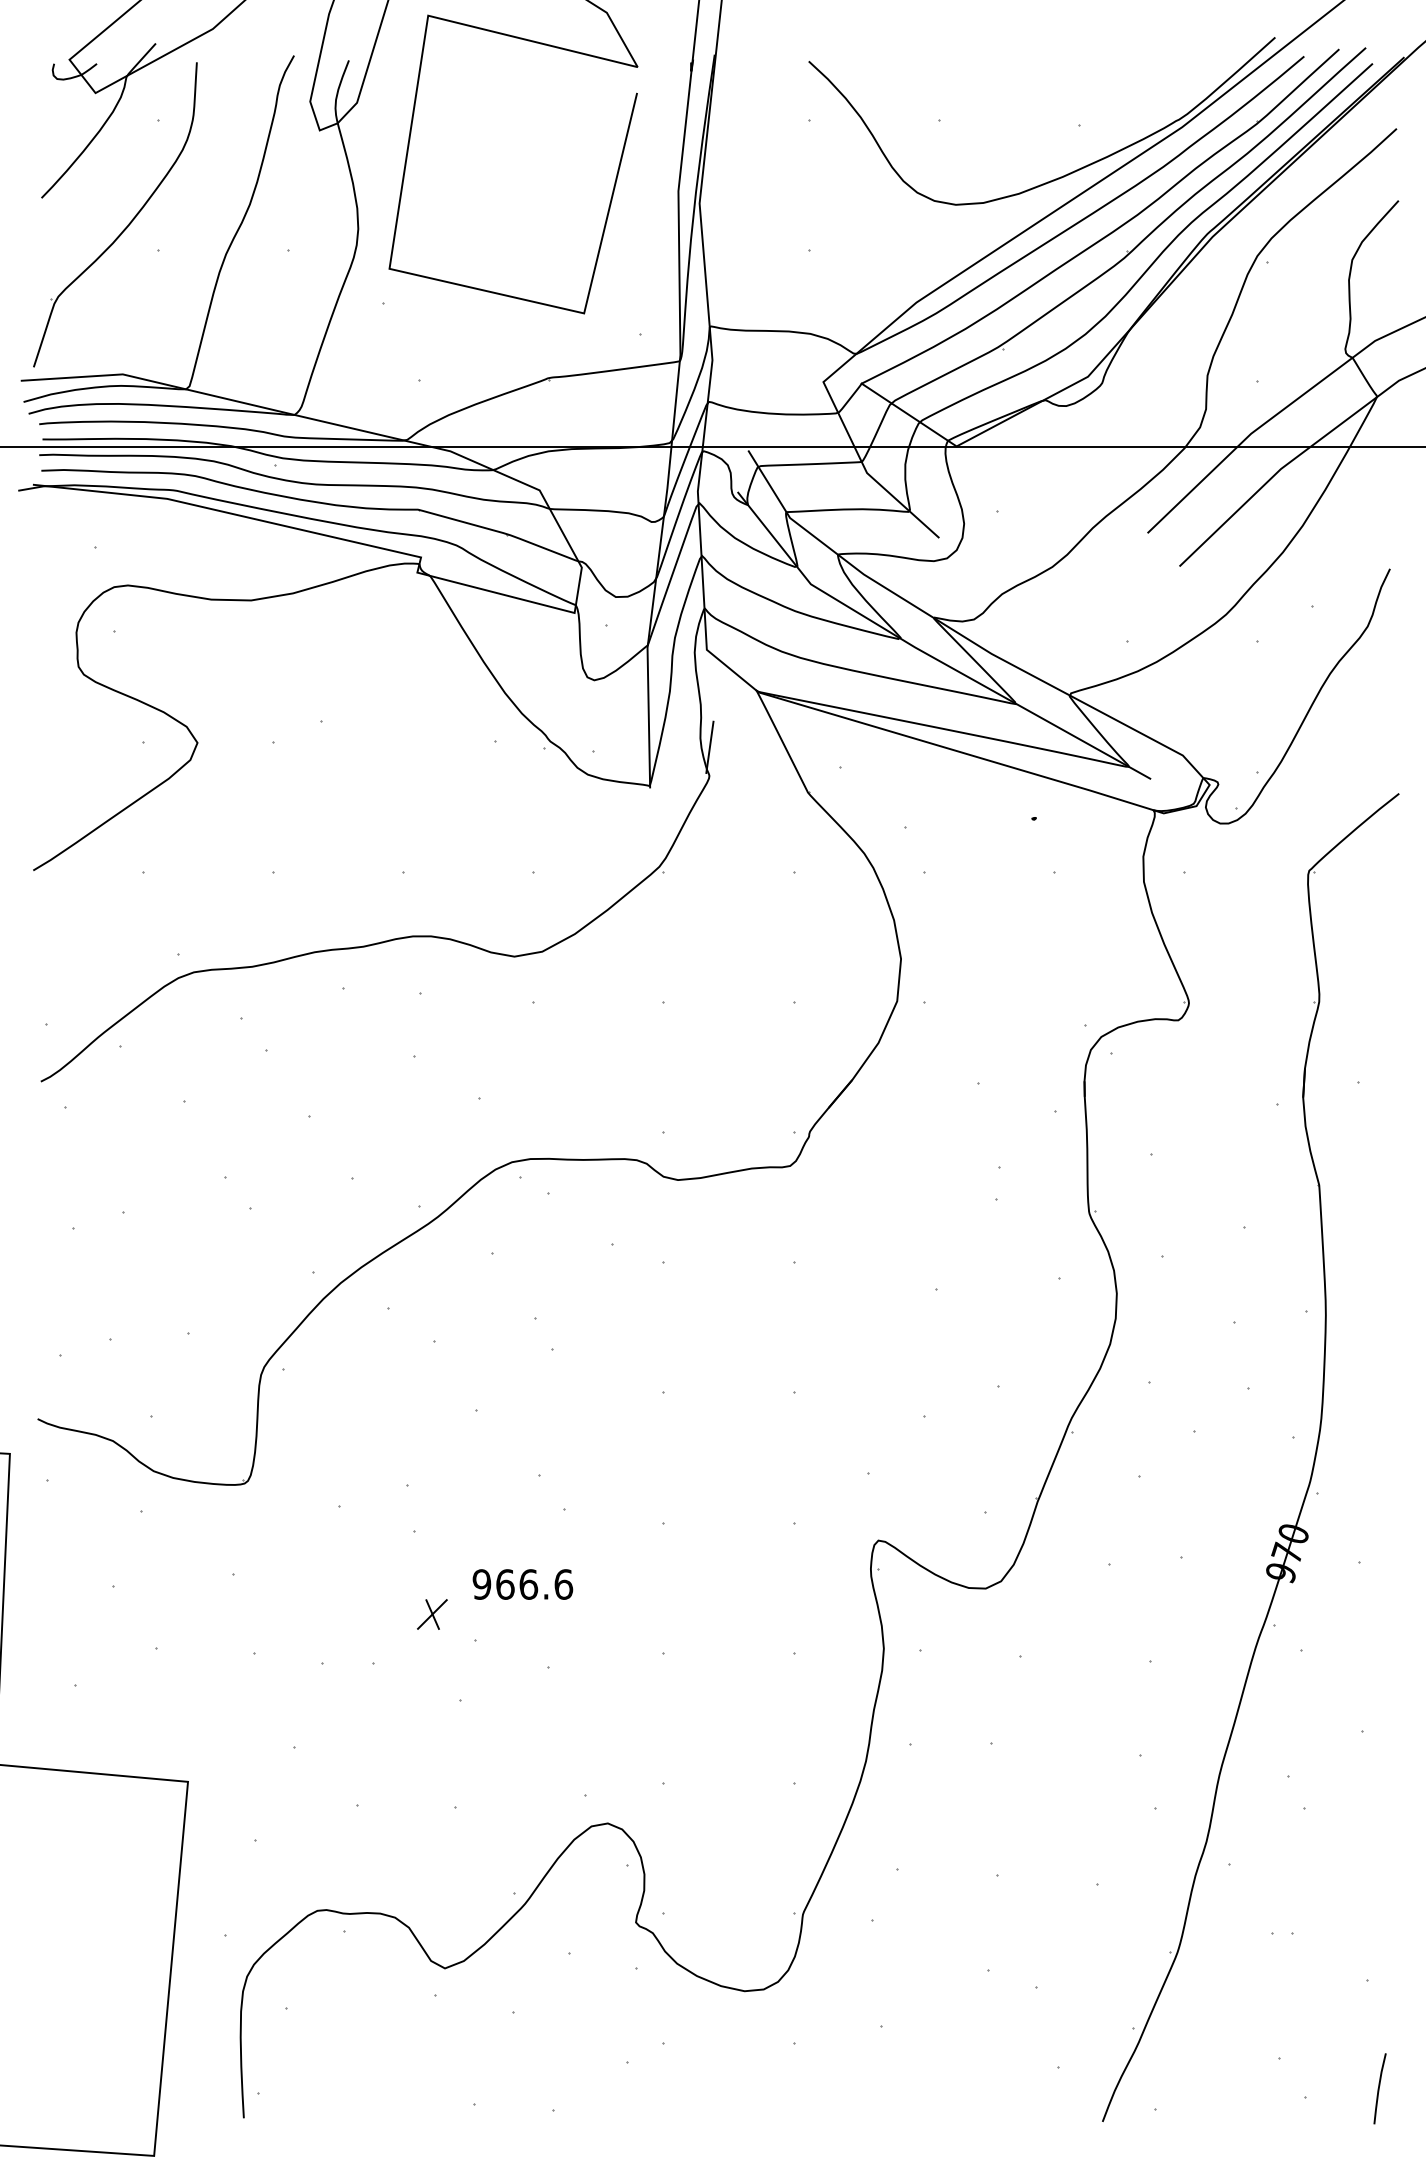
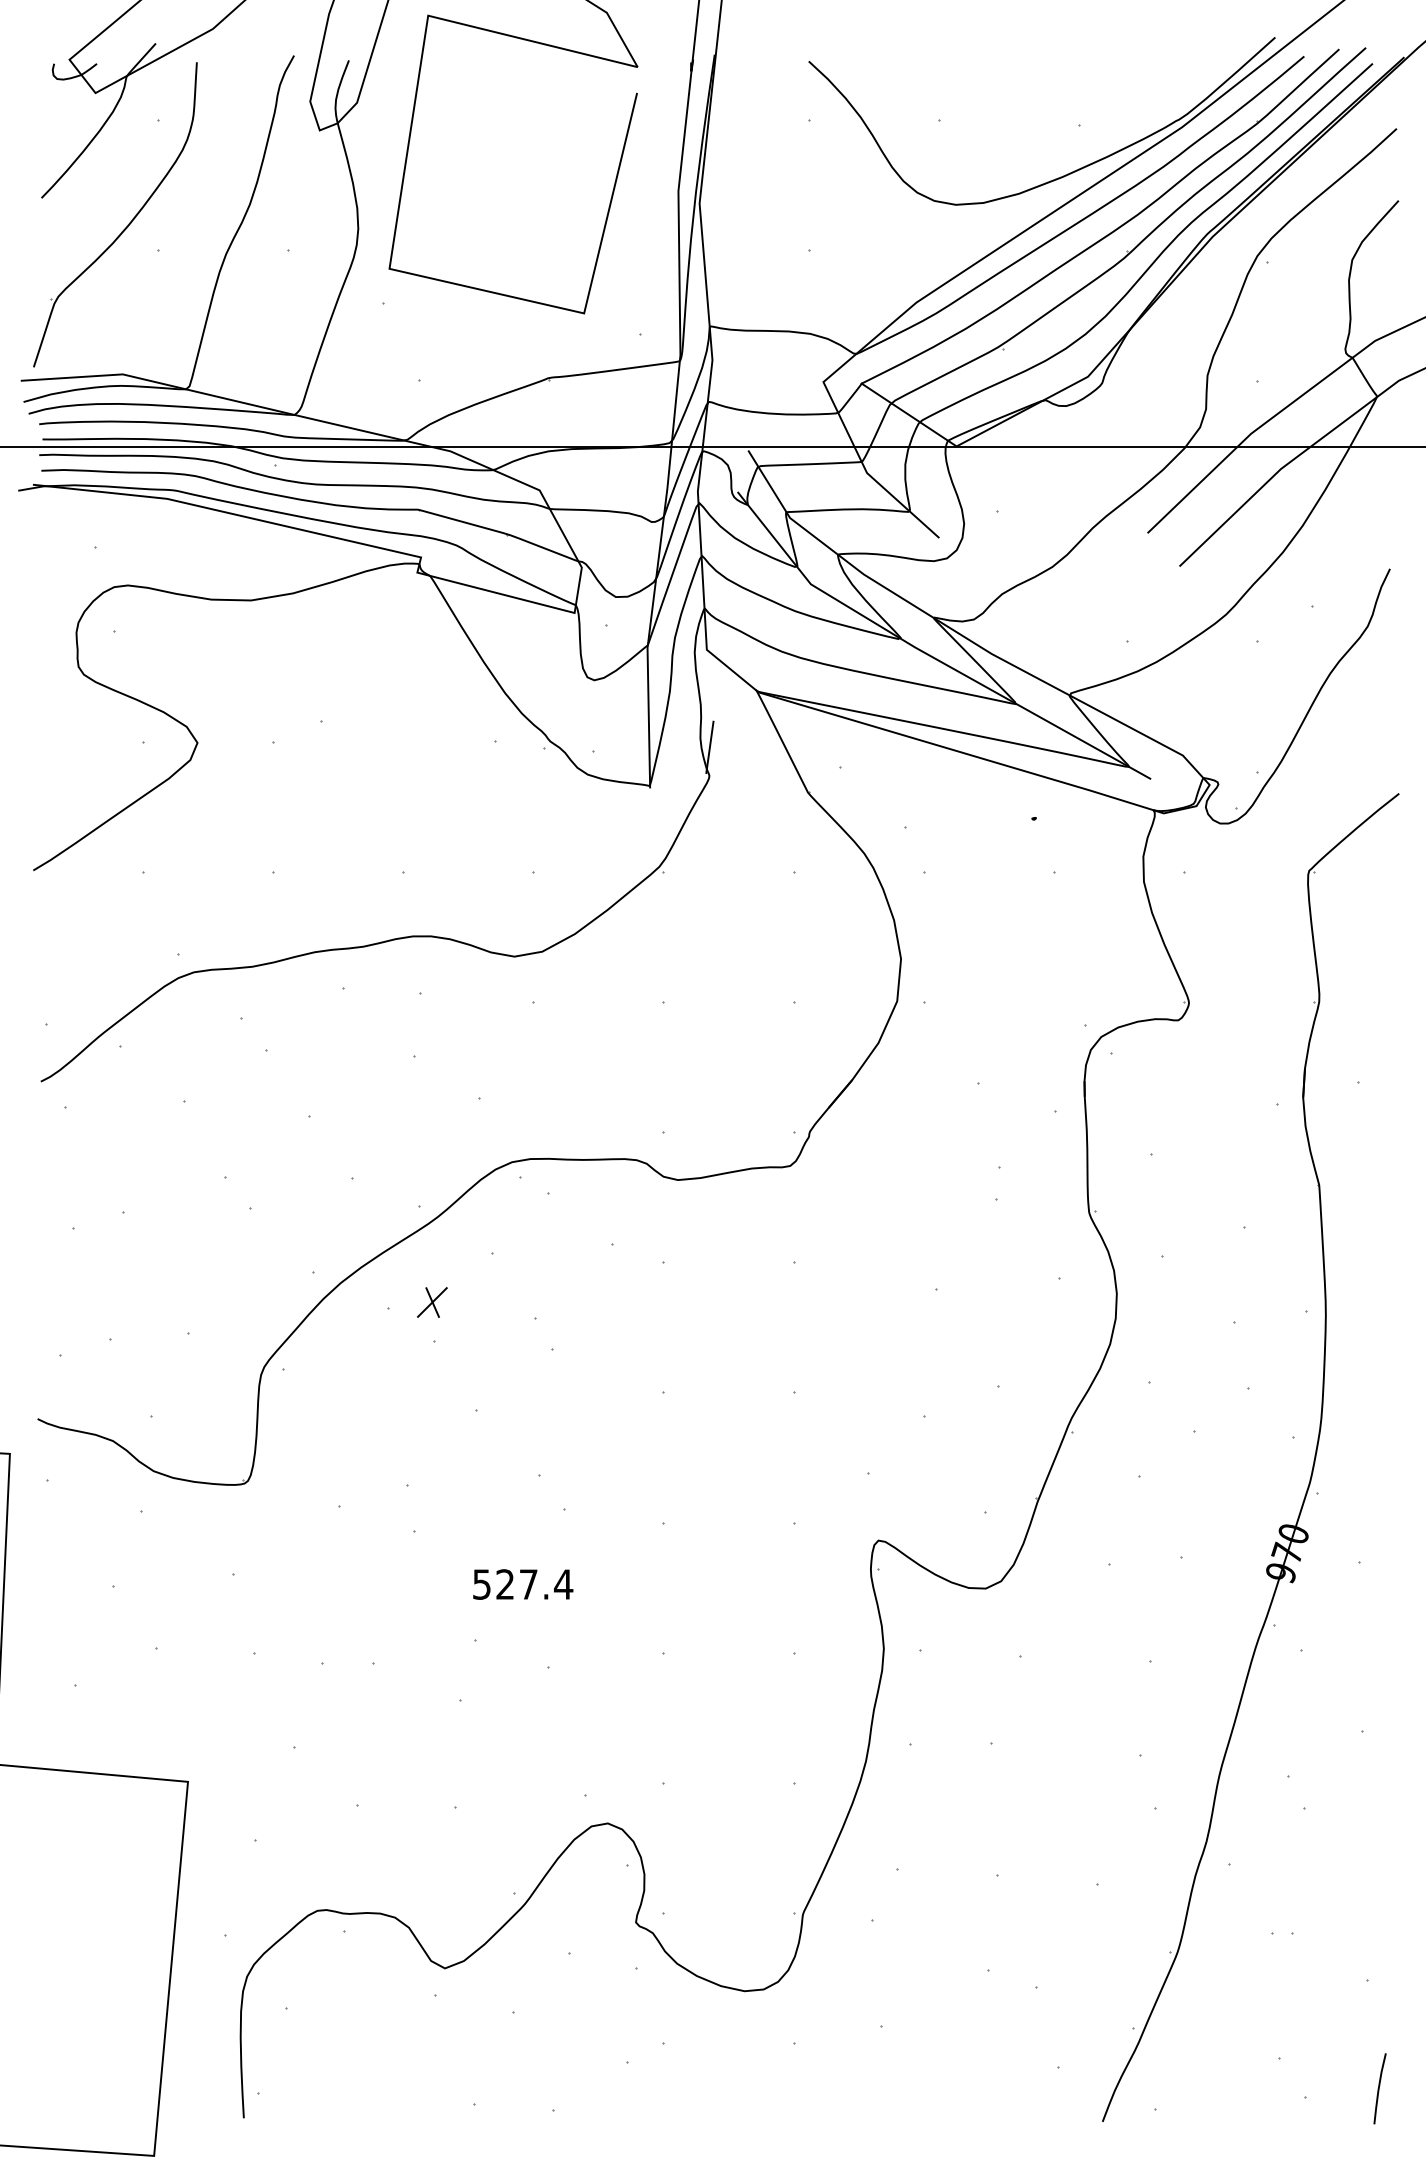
text at (522, 1584): 966.6 -> 527.4
part at (432, 1614) position: (432, 1614) -> (432, 1302)
